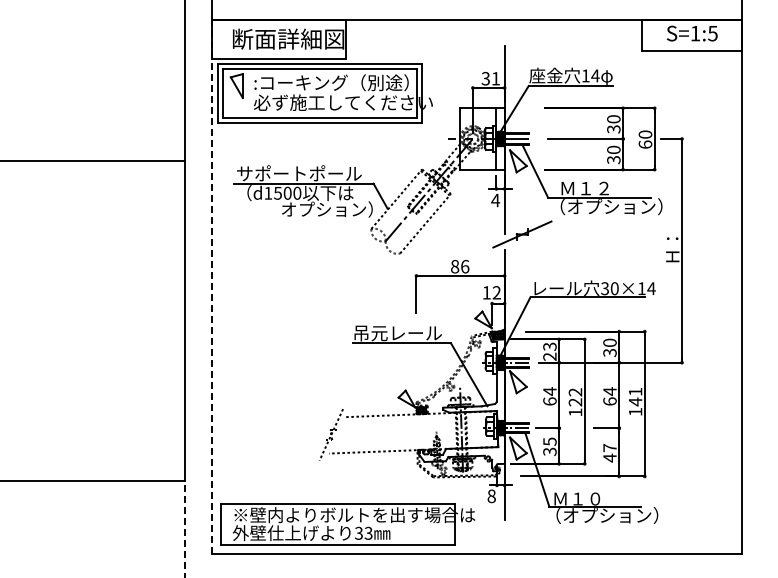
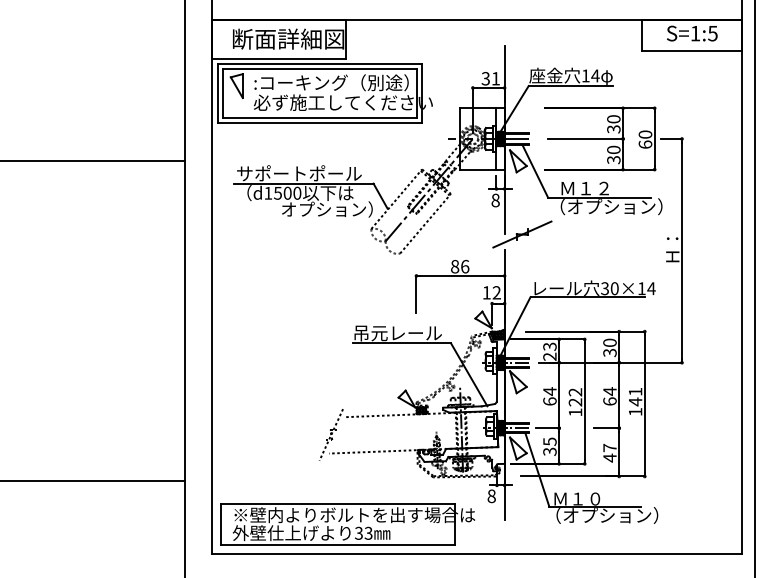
text at (495, 200): 4 -> 8
line at (212, 287): dashed -> solid
line at (754, 288): none -> present
line at (184, 528): dashed -> solid
